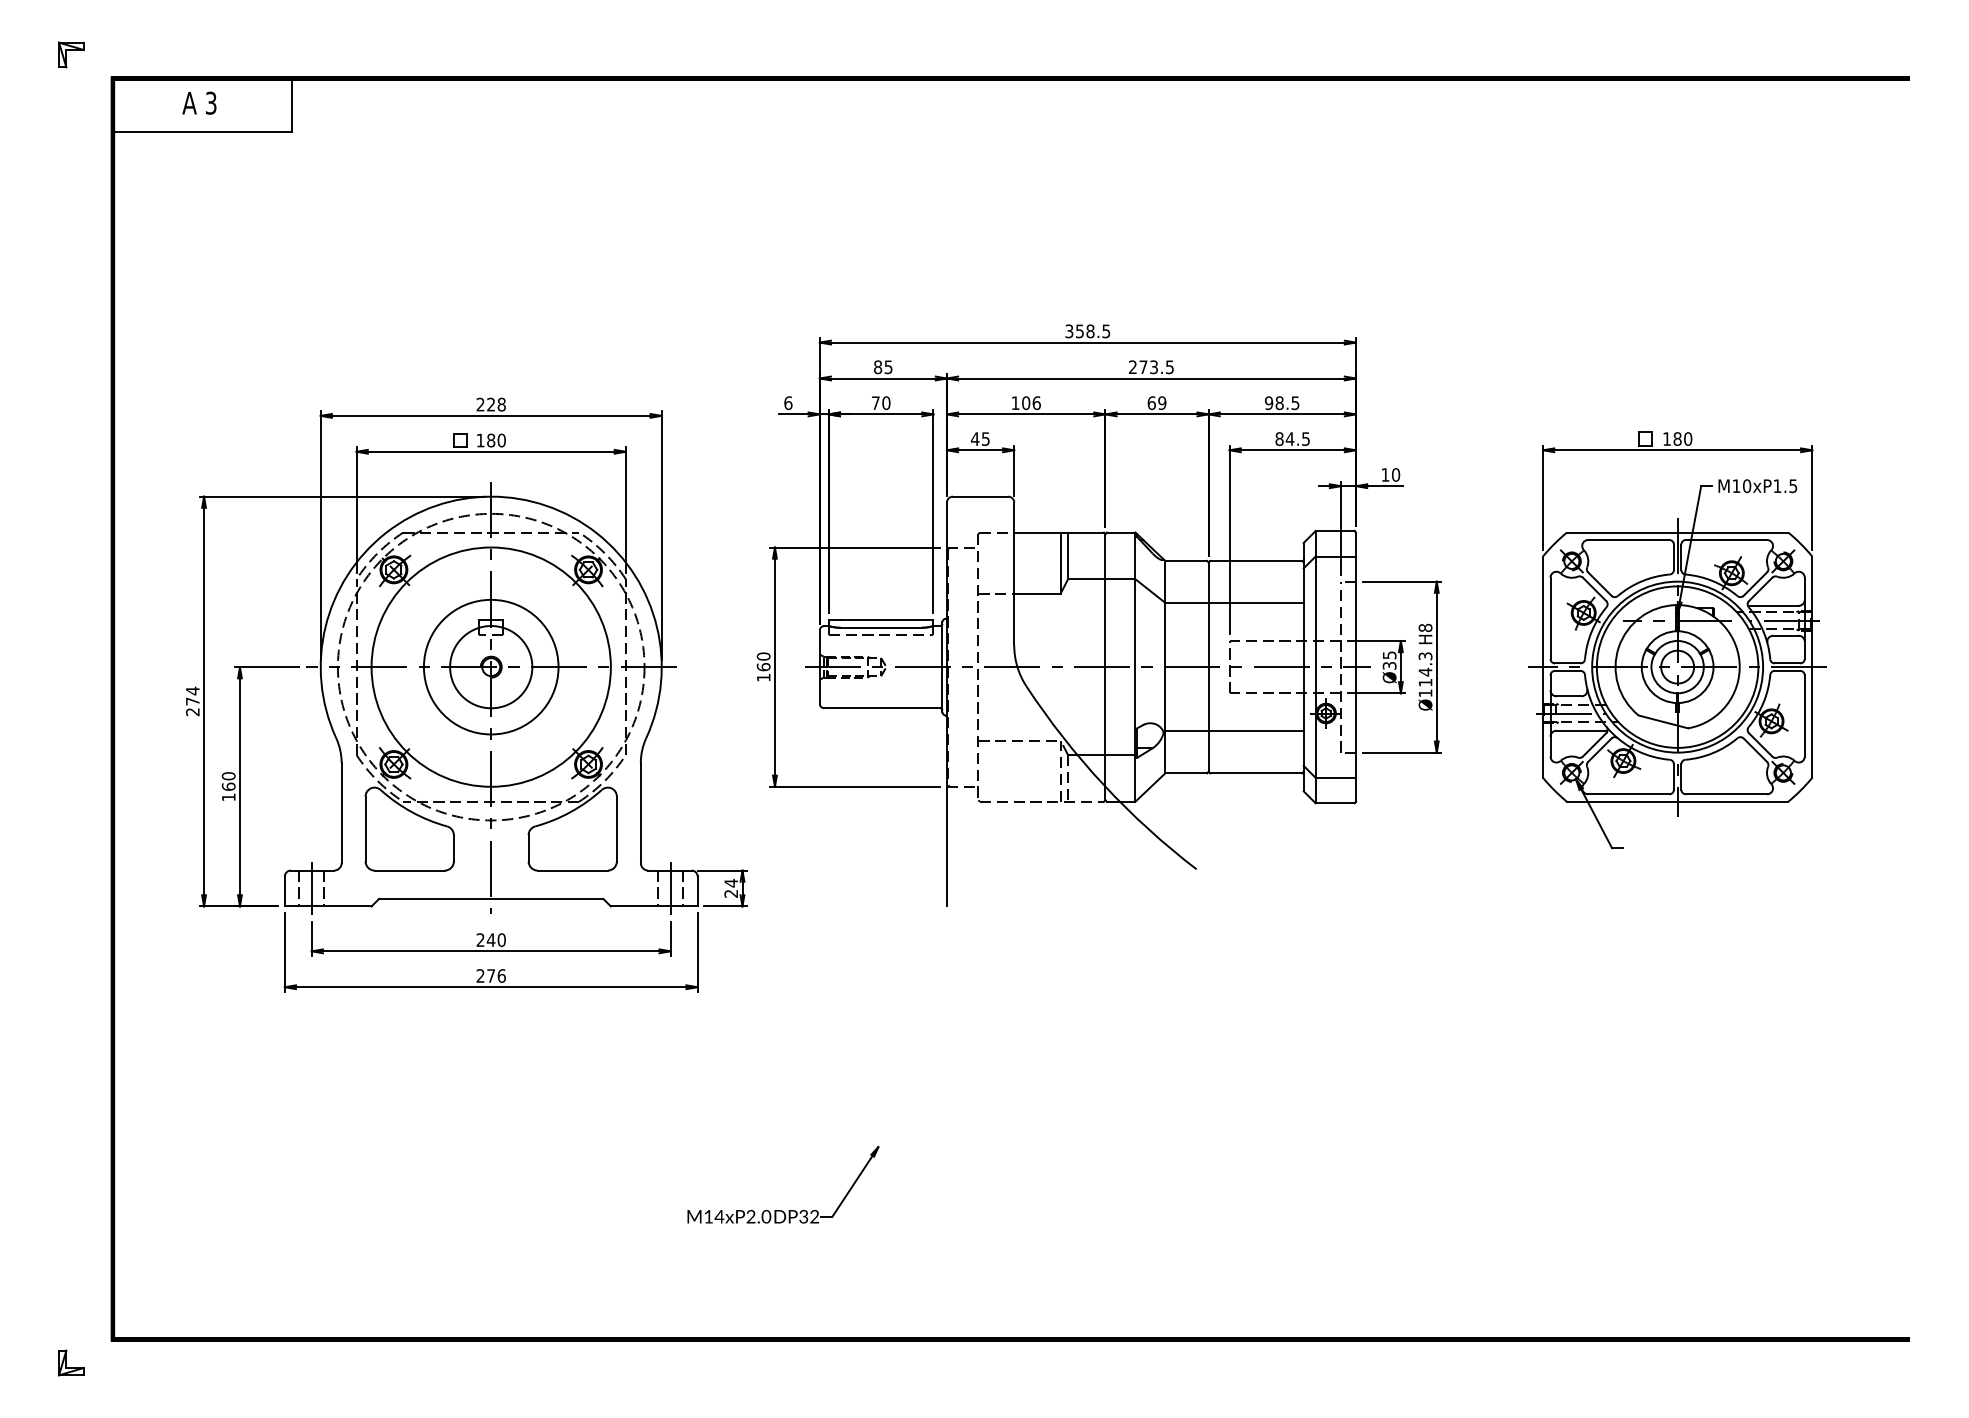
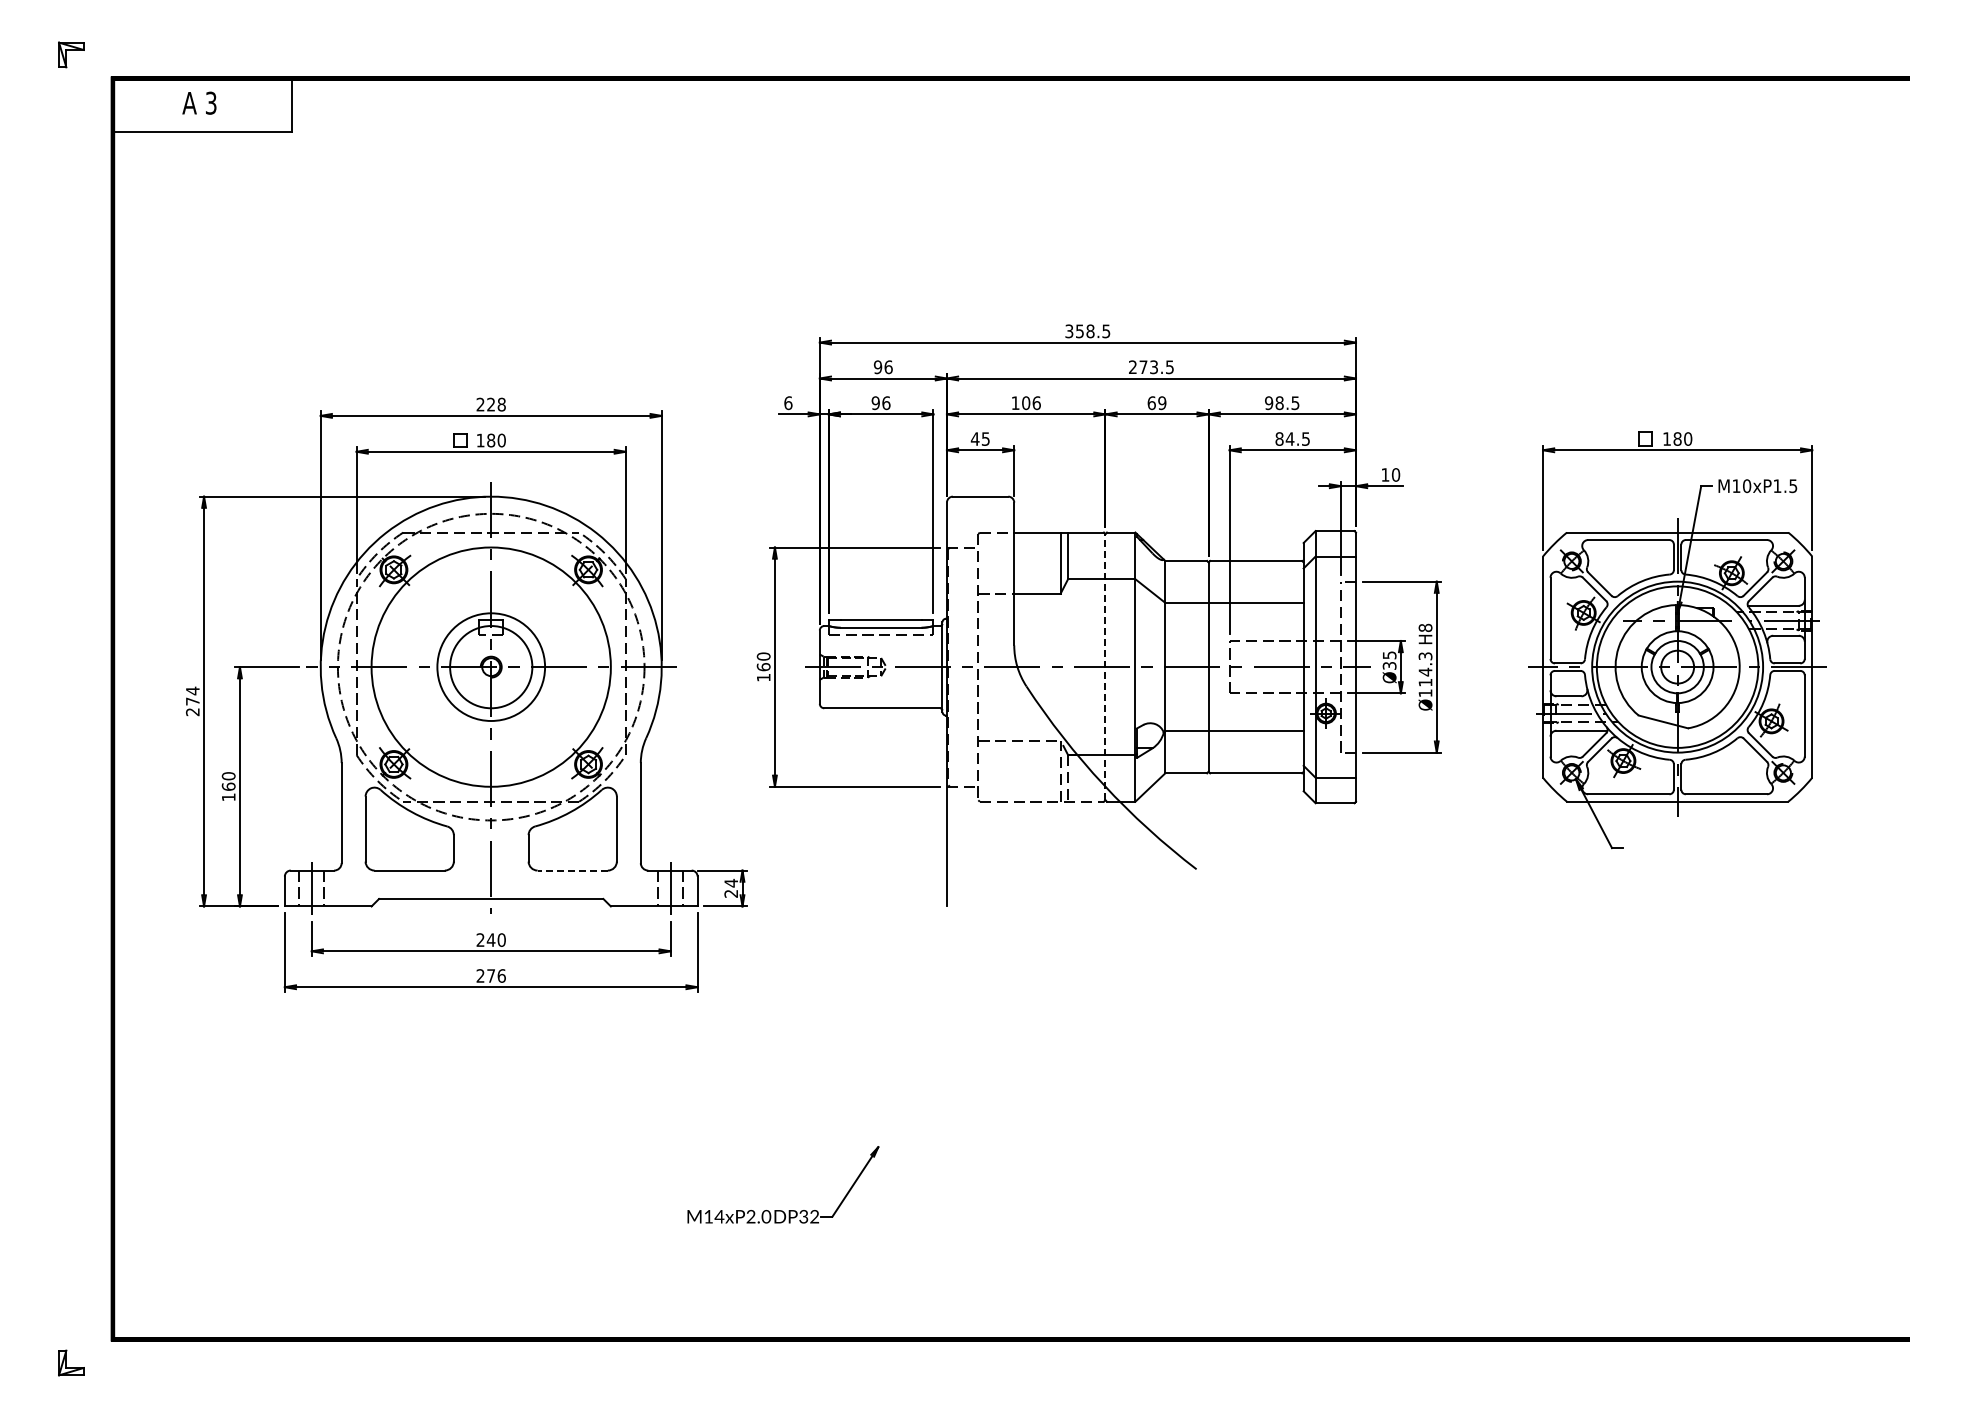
text at (882, 367): 85 -> 96
text at (880, 403): 70 -> 96
circle at (490, 666) diameter: 135 px -> 108 px
line at (1105, 666): solid -> dashed
line at (572, 870): solid -> dashed
